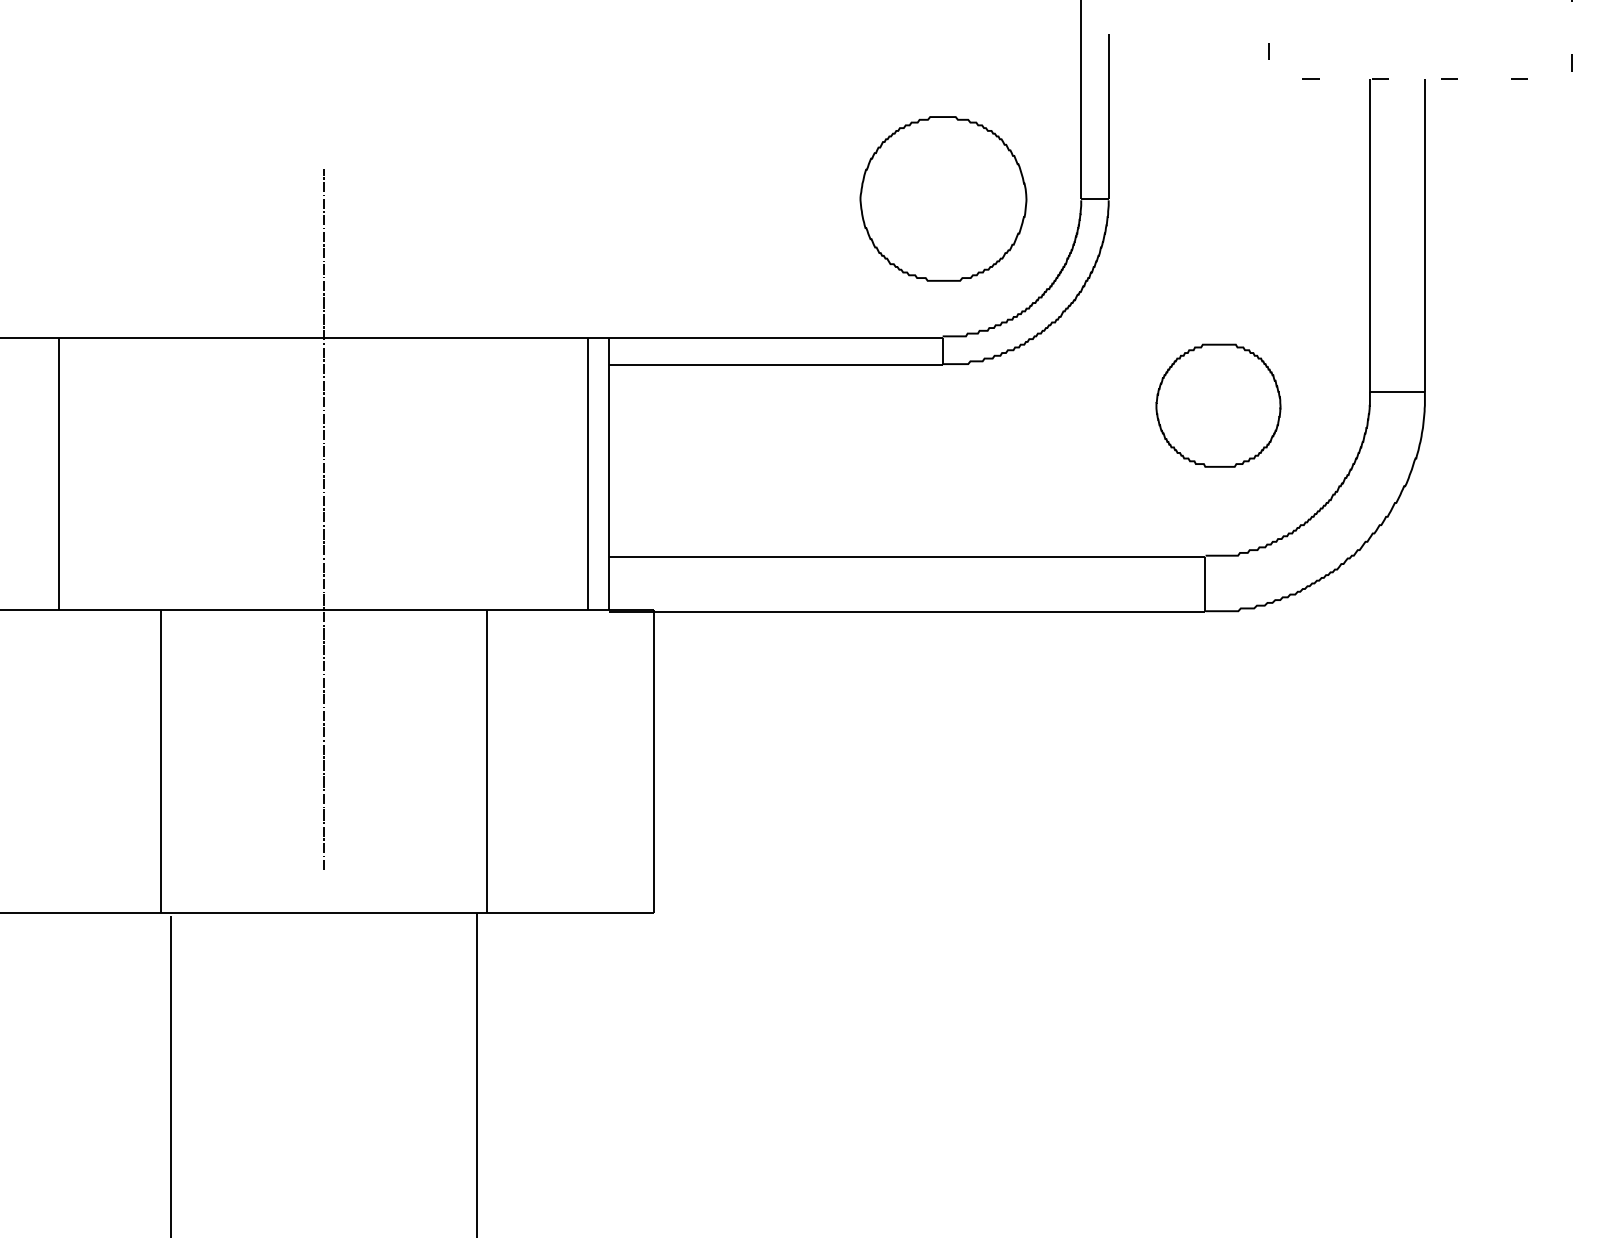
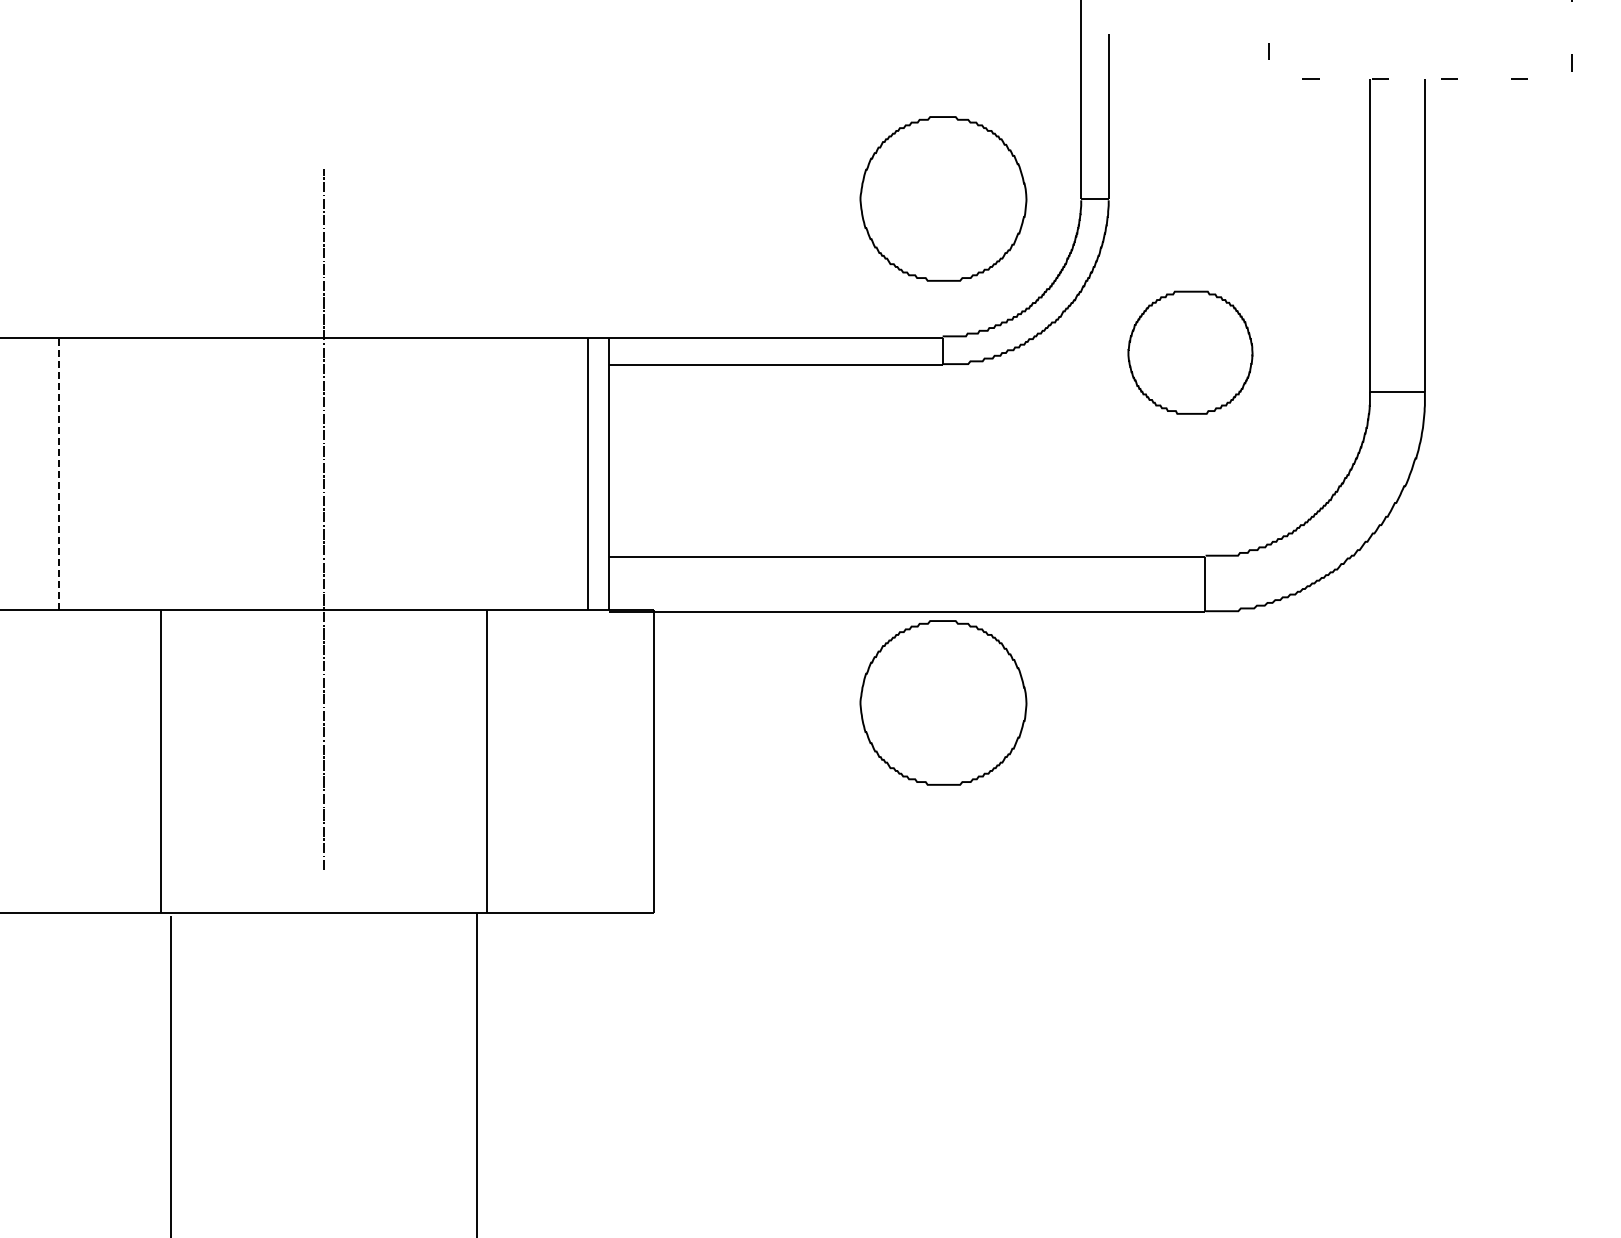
part at (1218, 405) position: (1218, 405) -> (1190, 352)
line at (59, 473): solid -> dashed
part at (943, 702): none -> present
